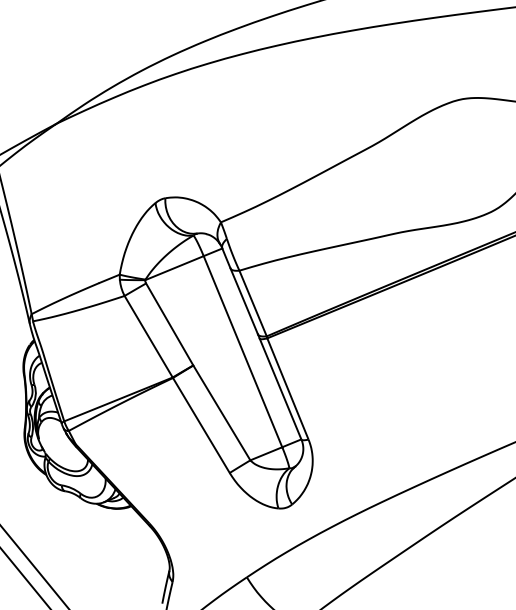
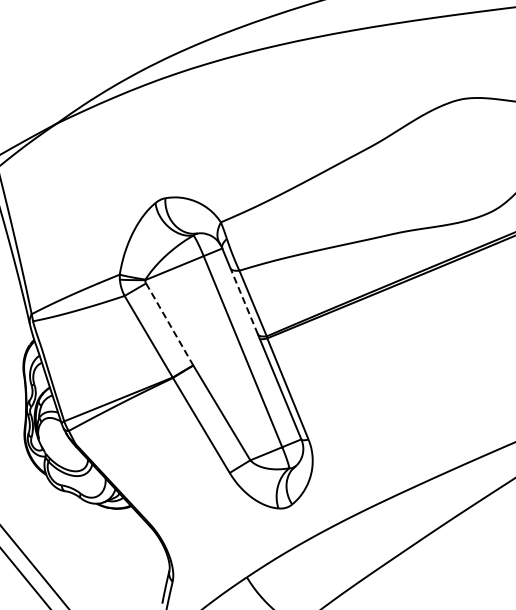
line at (244, 301): solid -> dashed
line at (169, 324): solid -> dashed
